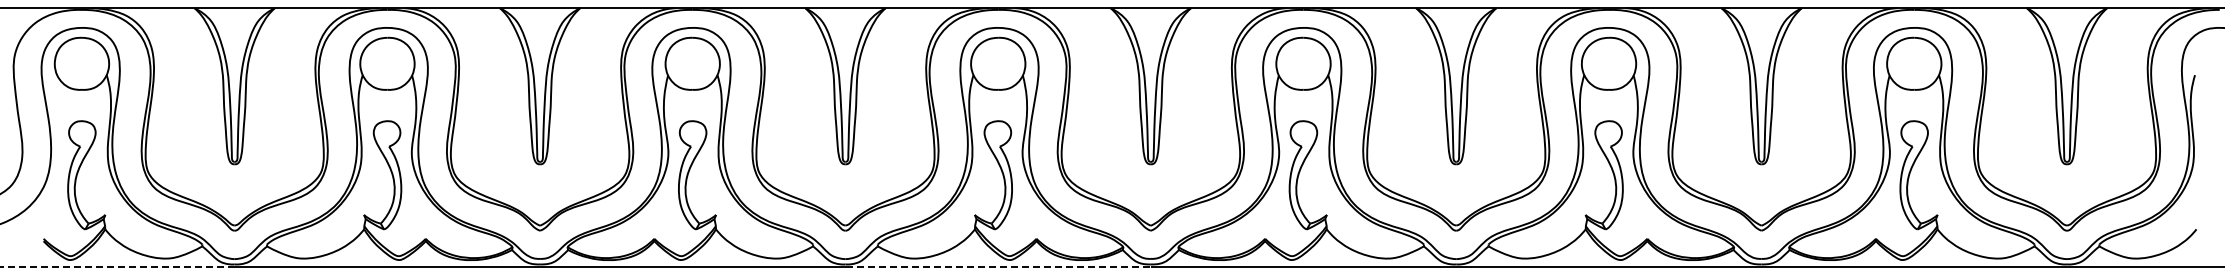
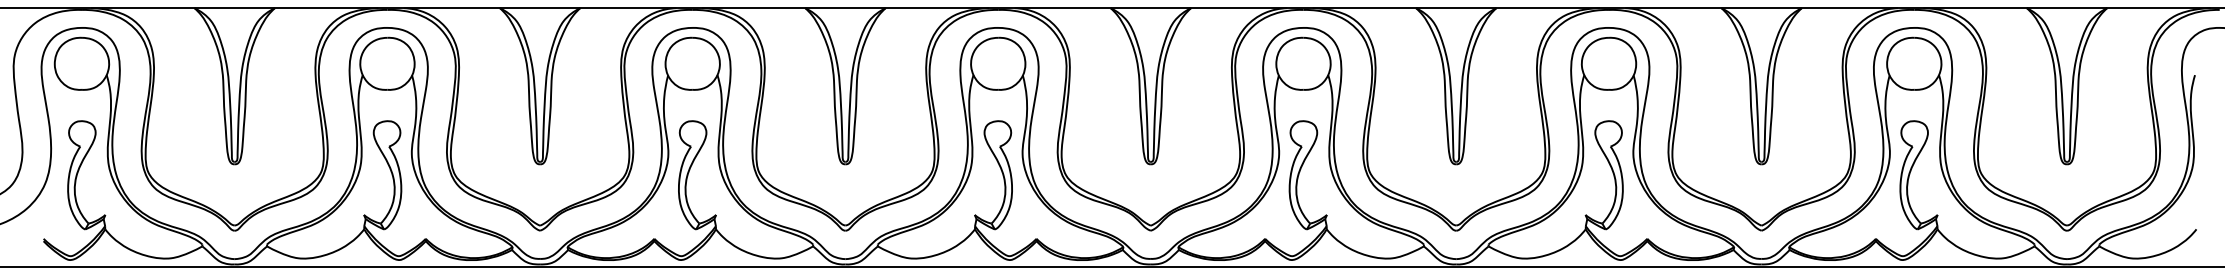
line at (116, 266): dashed -> solid
line at (998, 266): dashed -> solid
